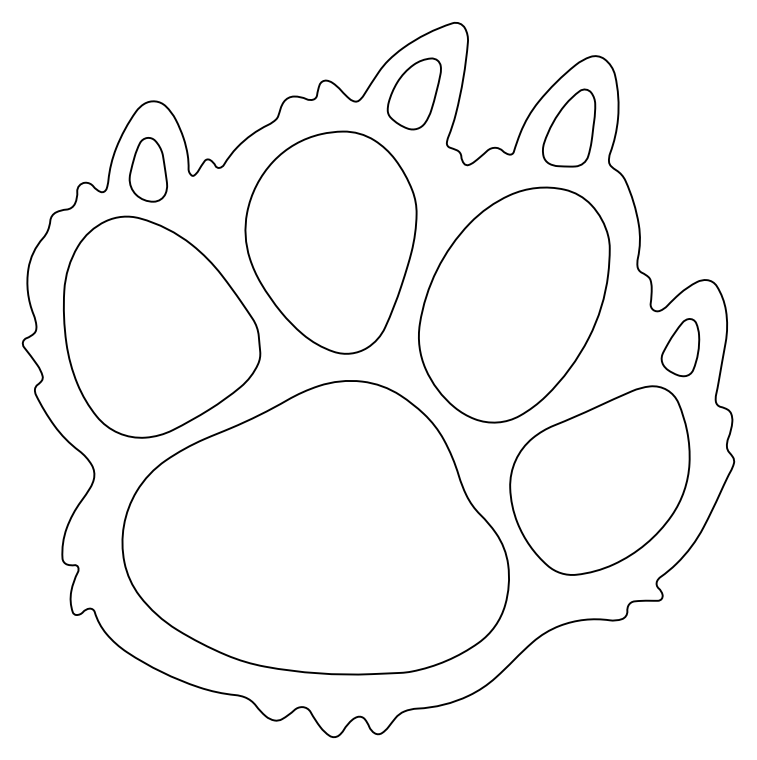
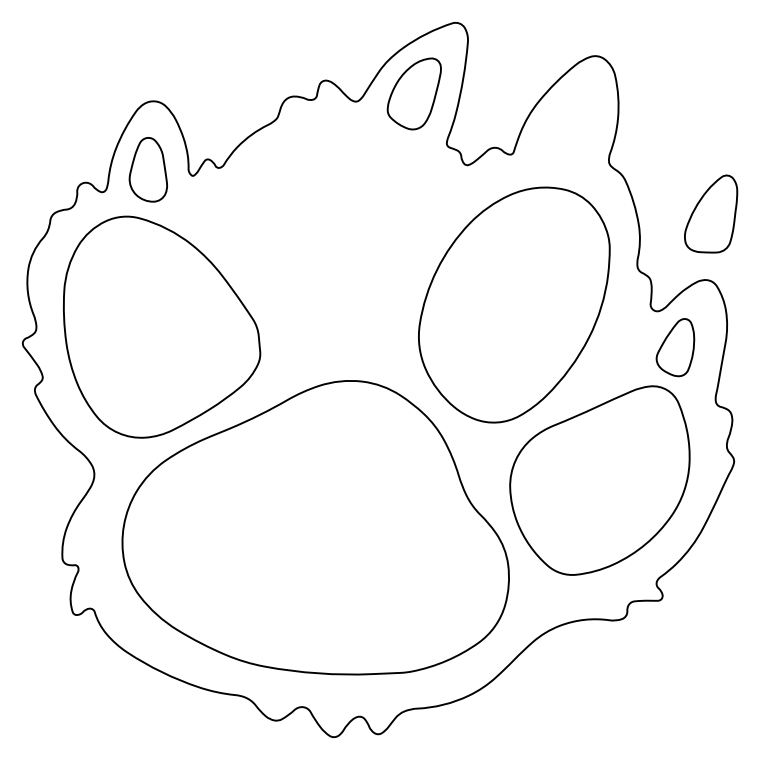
part at (569, 127) position: (569, 127) -> (711, 213)
part at (330, 242): present -> none
part at (680, 347) position: (680, 347) -> (675, 347)
